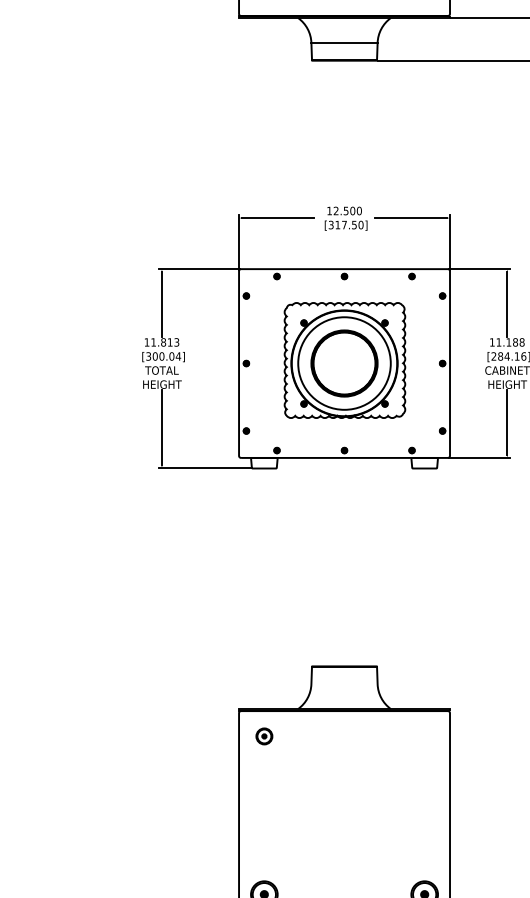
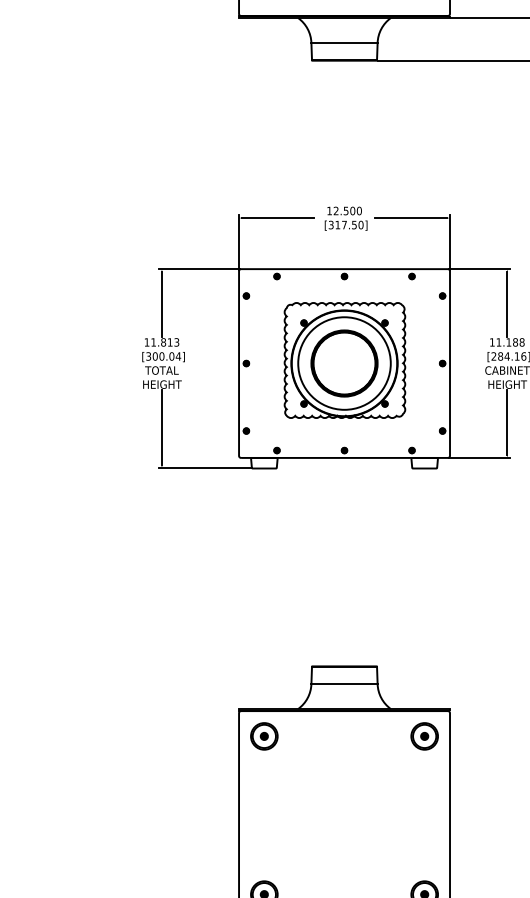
line at (344, 684): none -> present
part at (264, 736) size: 19x19 px -> 29x29 px
part at (424, 736): none -> present
